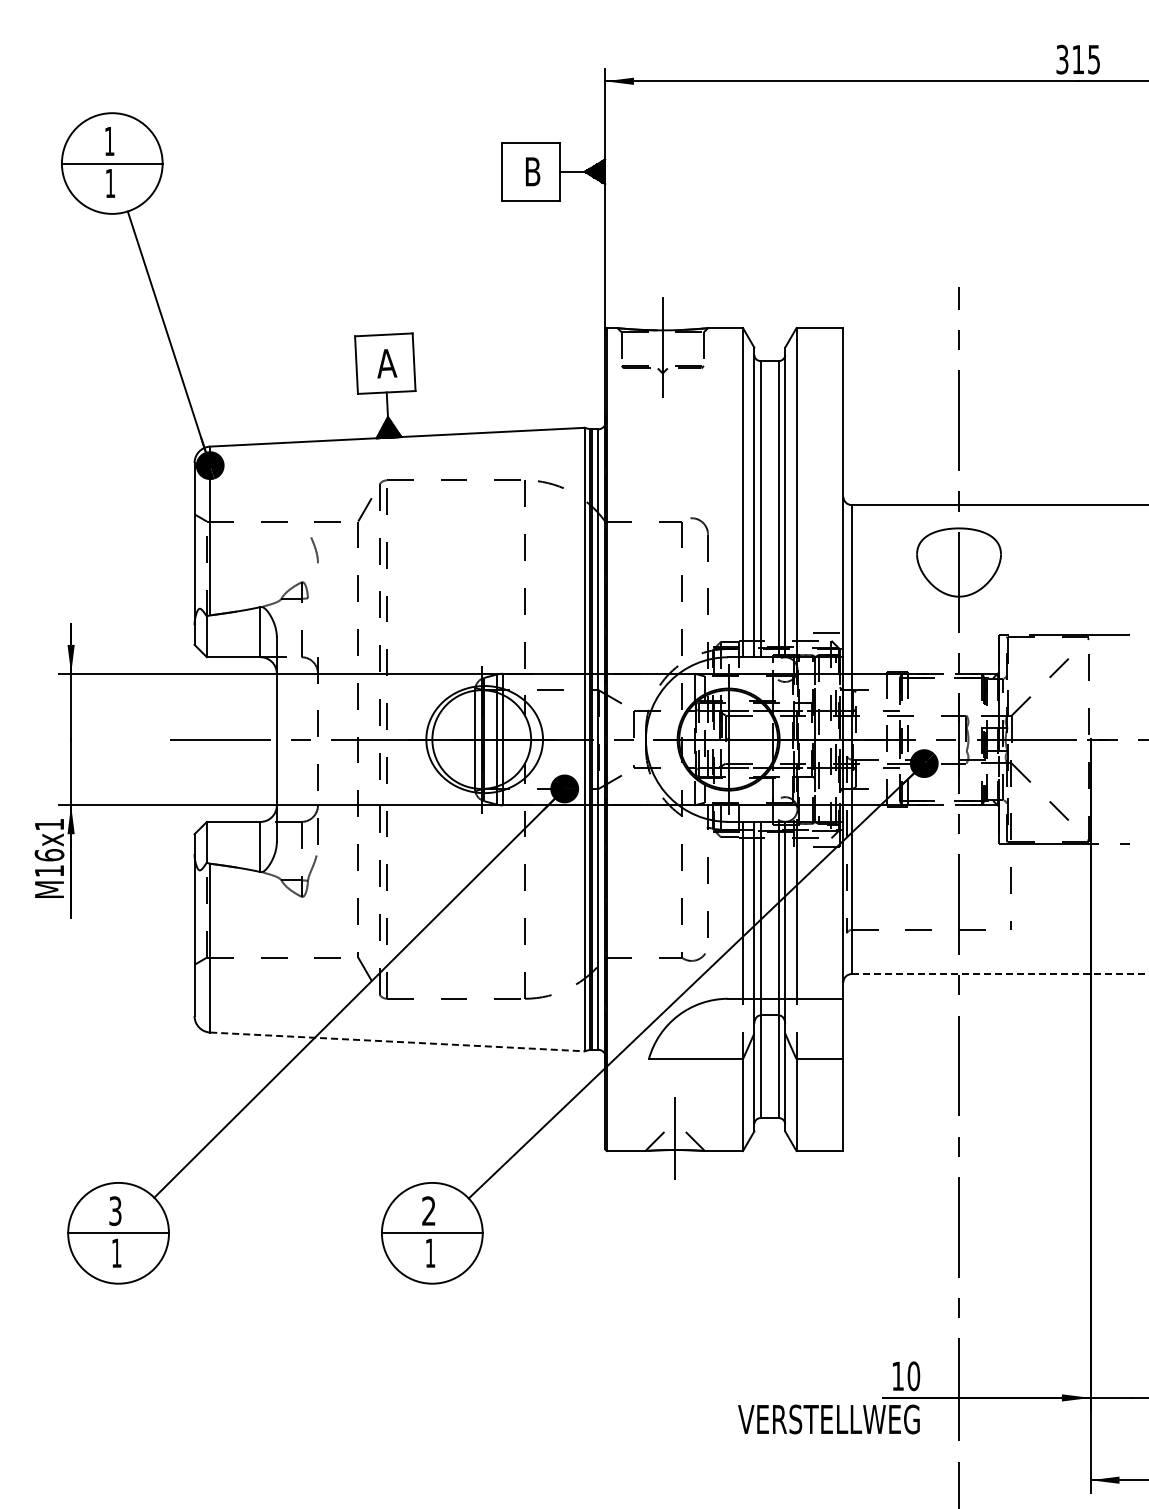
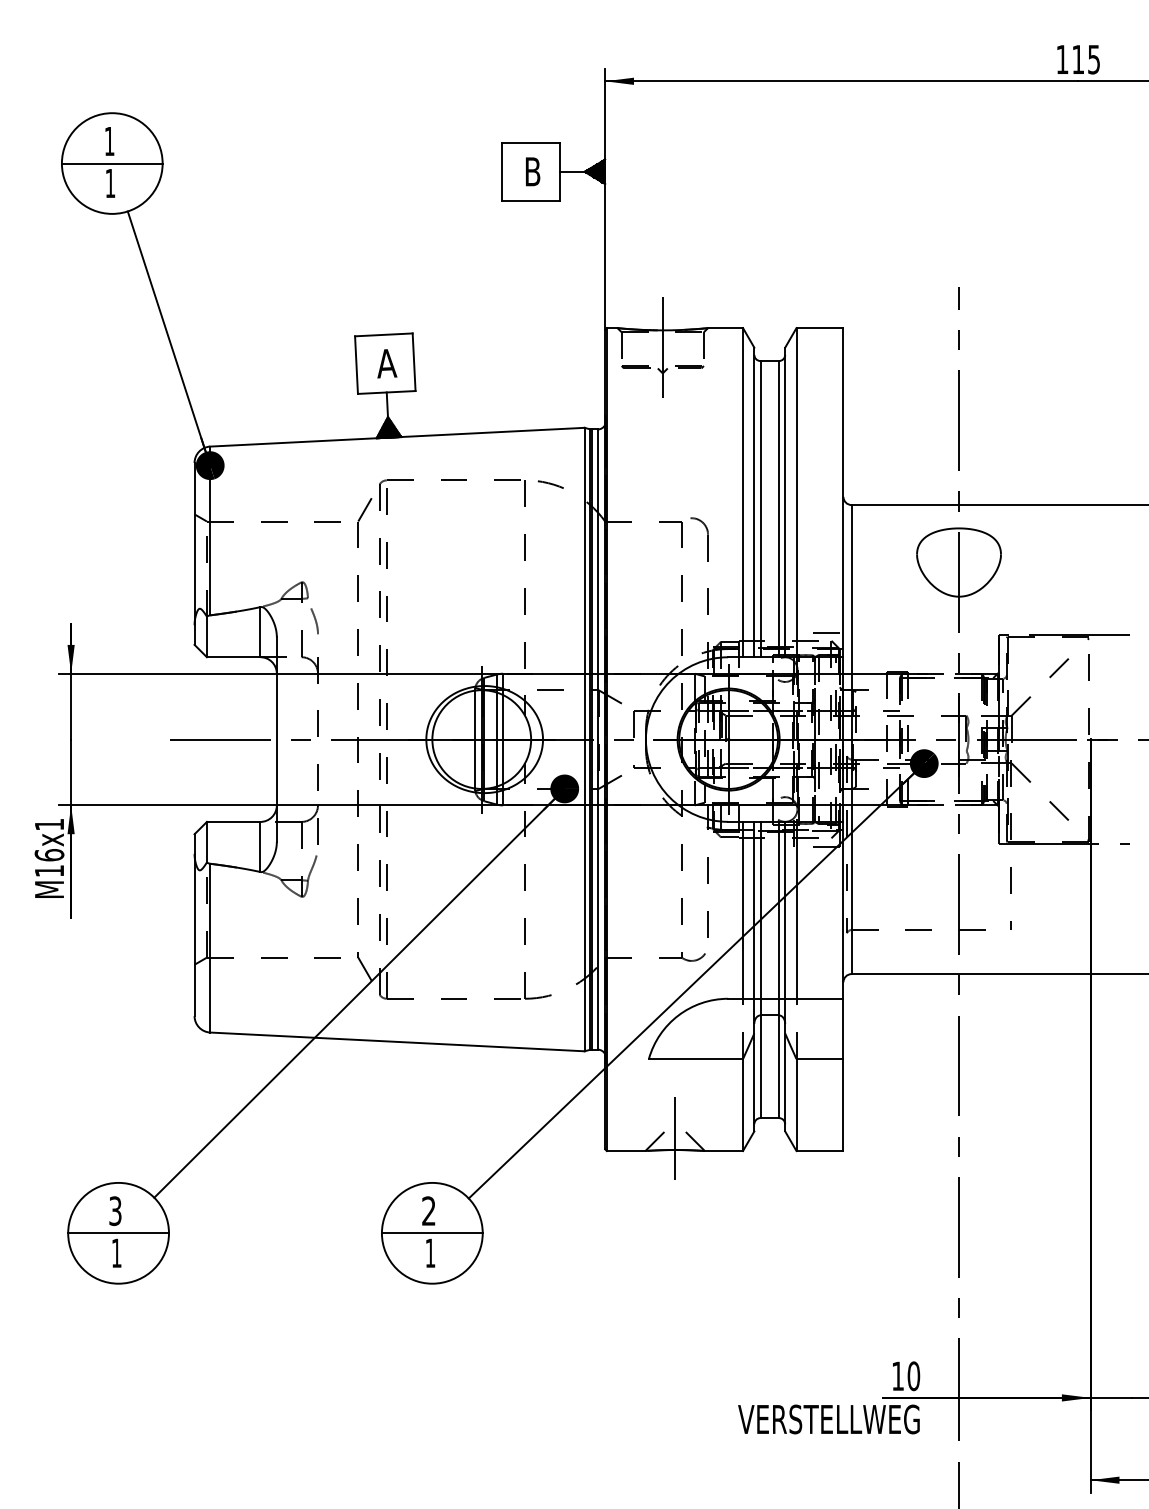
text at (1062, 59): 315 -> 115
curve at (314, 549) position: (314, 549) -> (314, 620)
line at (1000, 974): dashed -> solid
line at (397, 1041): dashed -> solid
